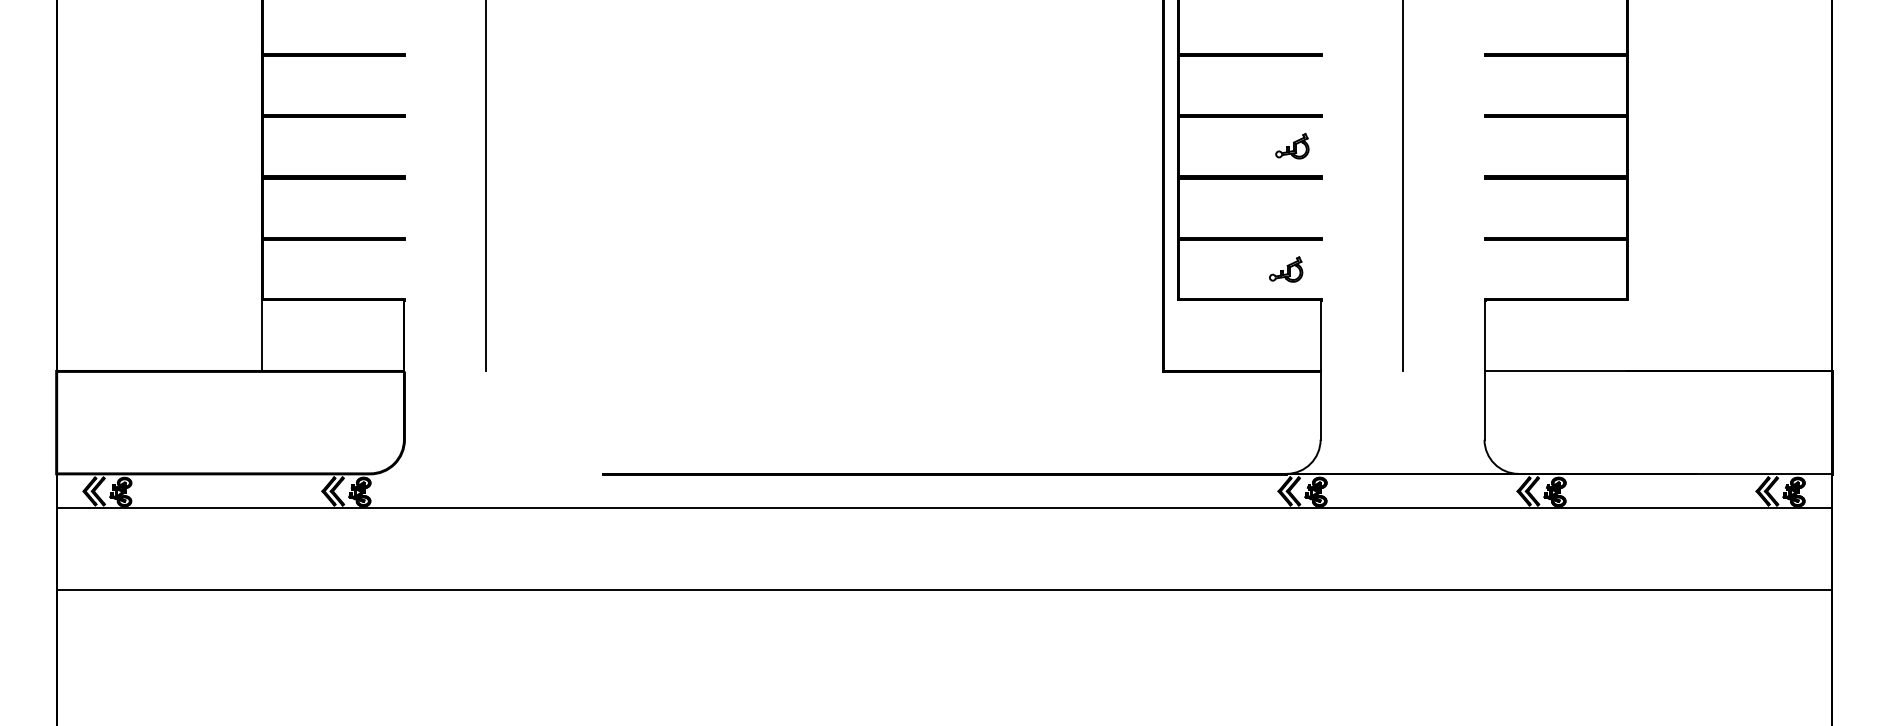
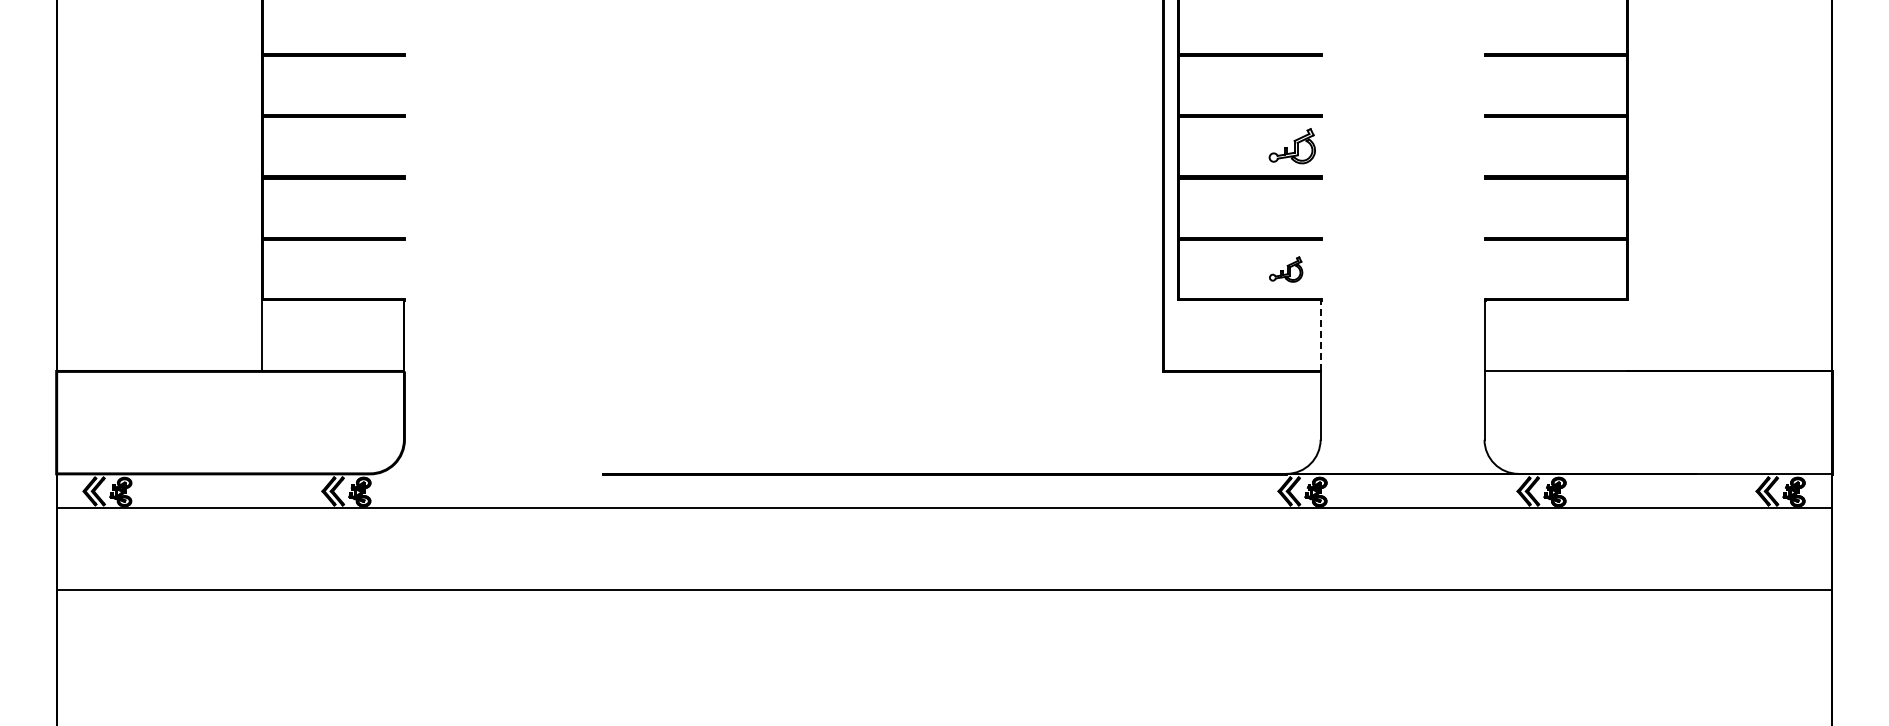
part at (1292, 146) size: 35x27 px -> 48x37 px
line at (486, 186): present -> none
line at (1402, 186): present -> none
line at (1320, 335): solid -> dashed
